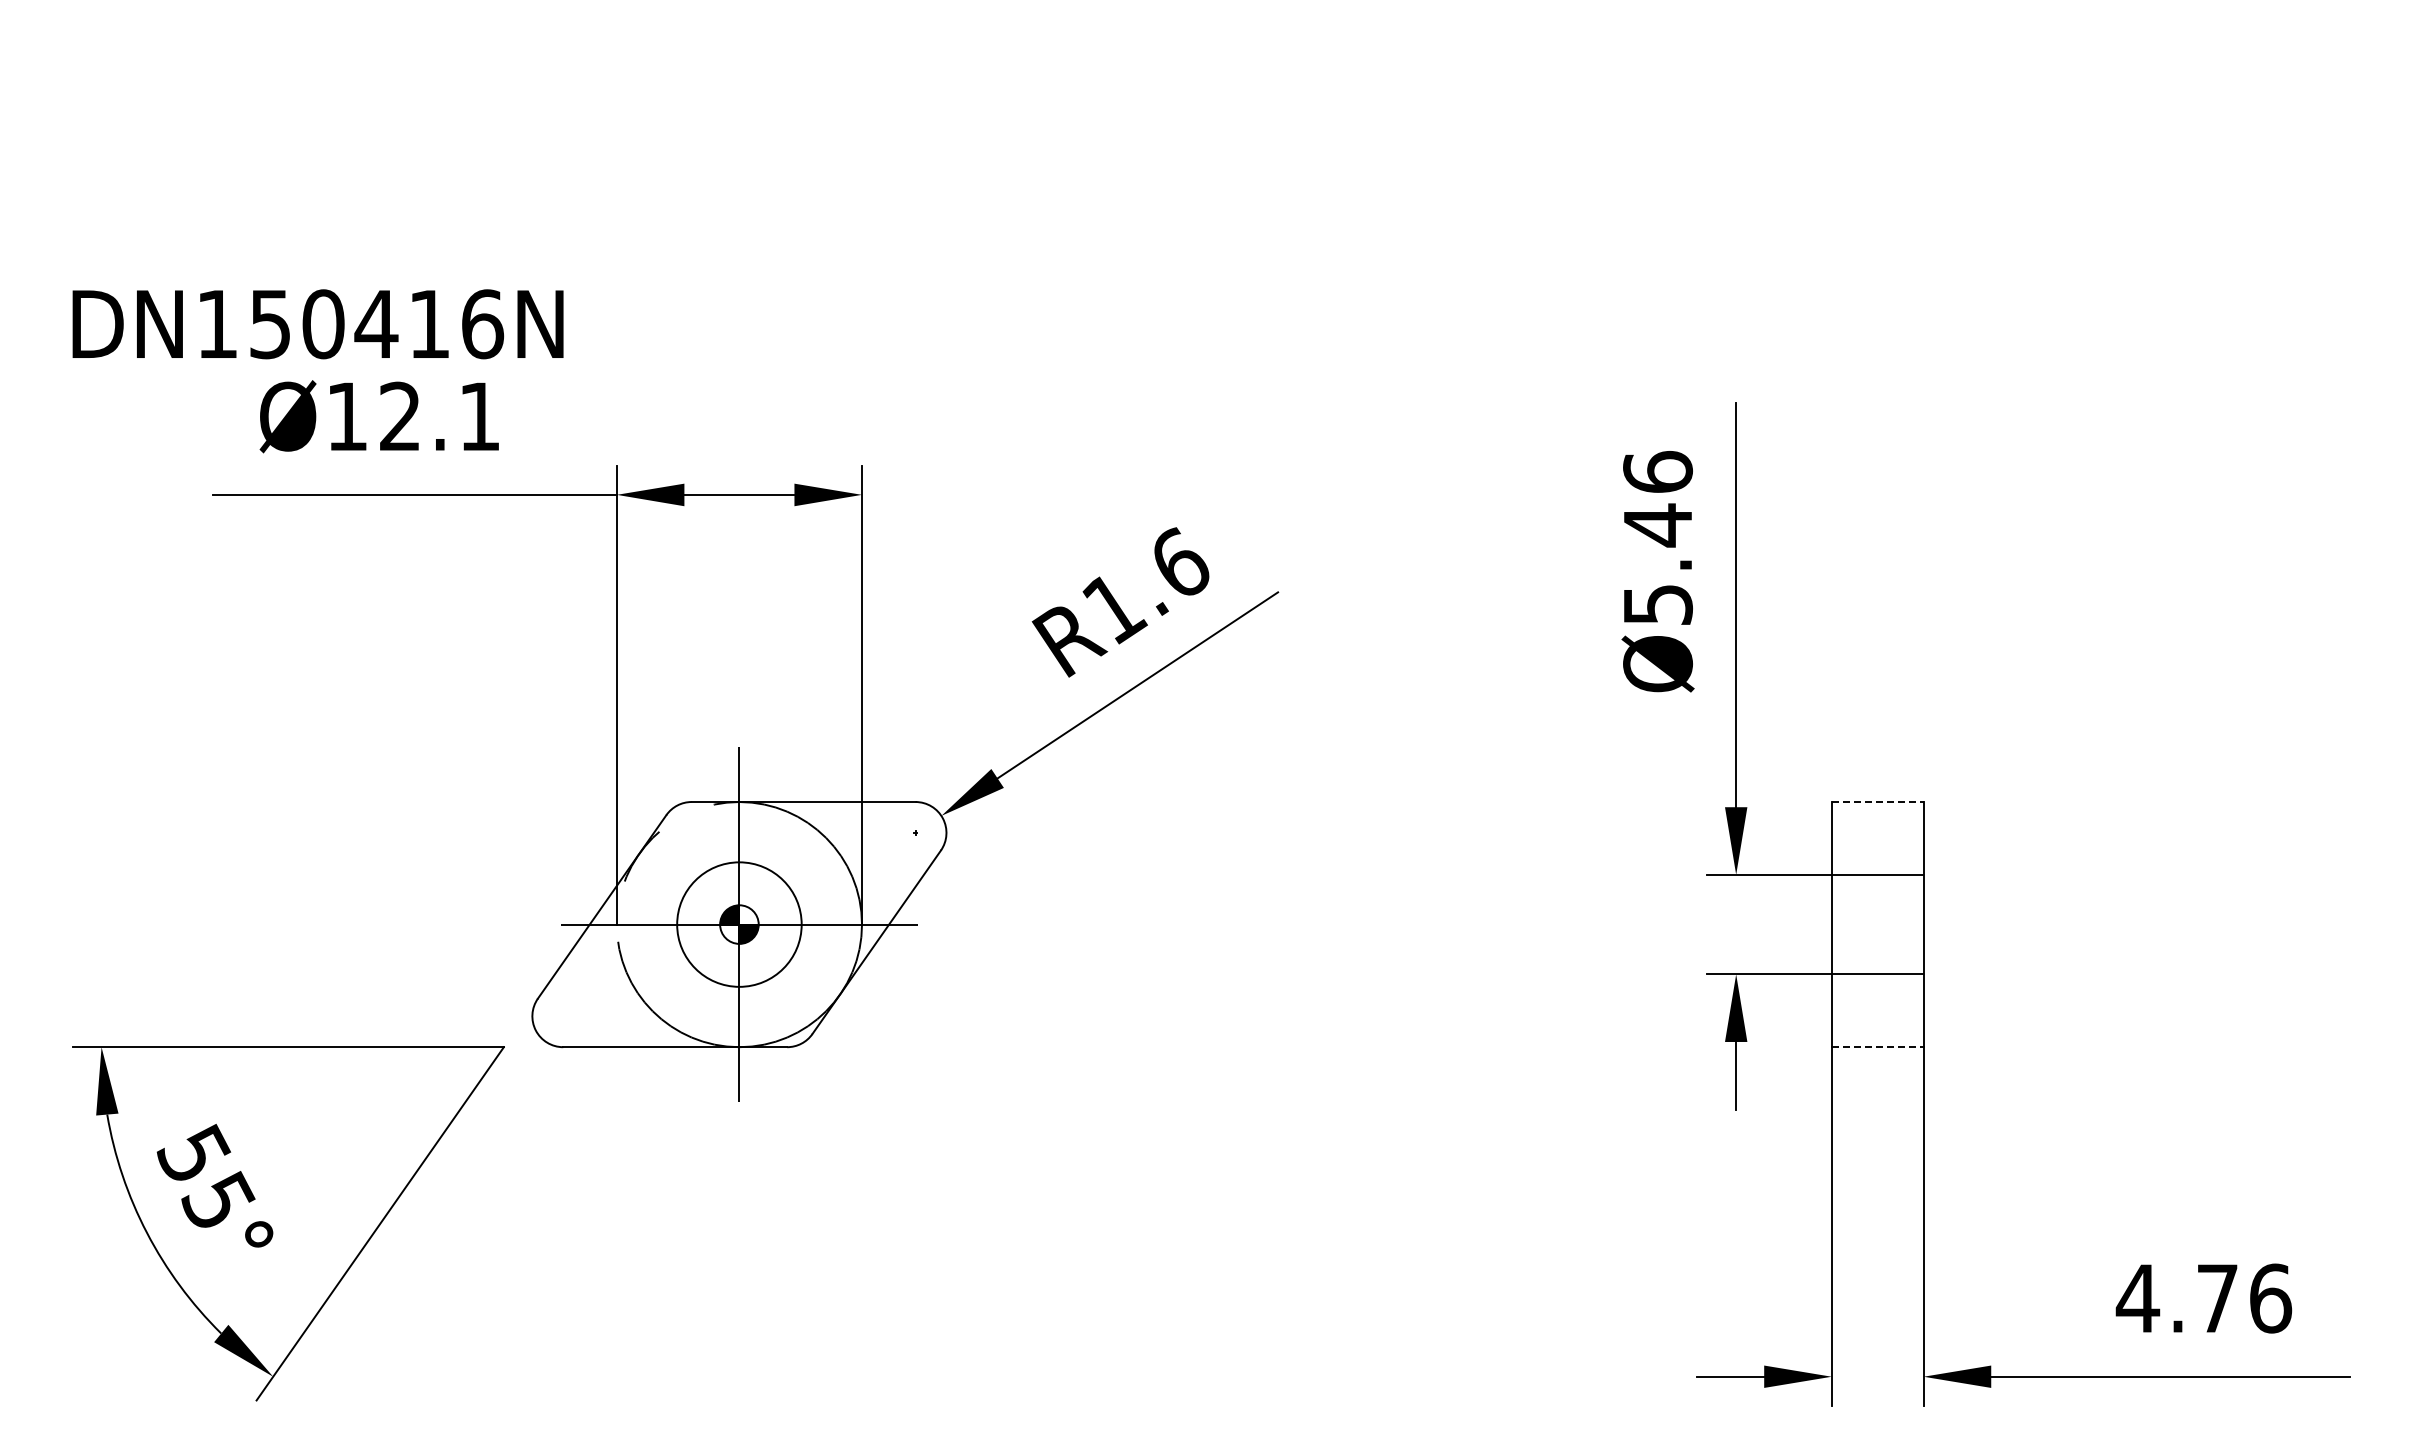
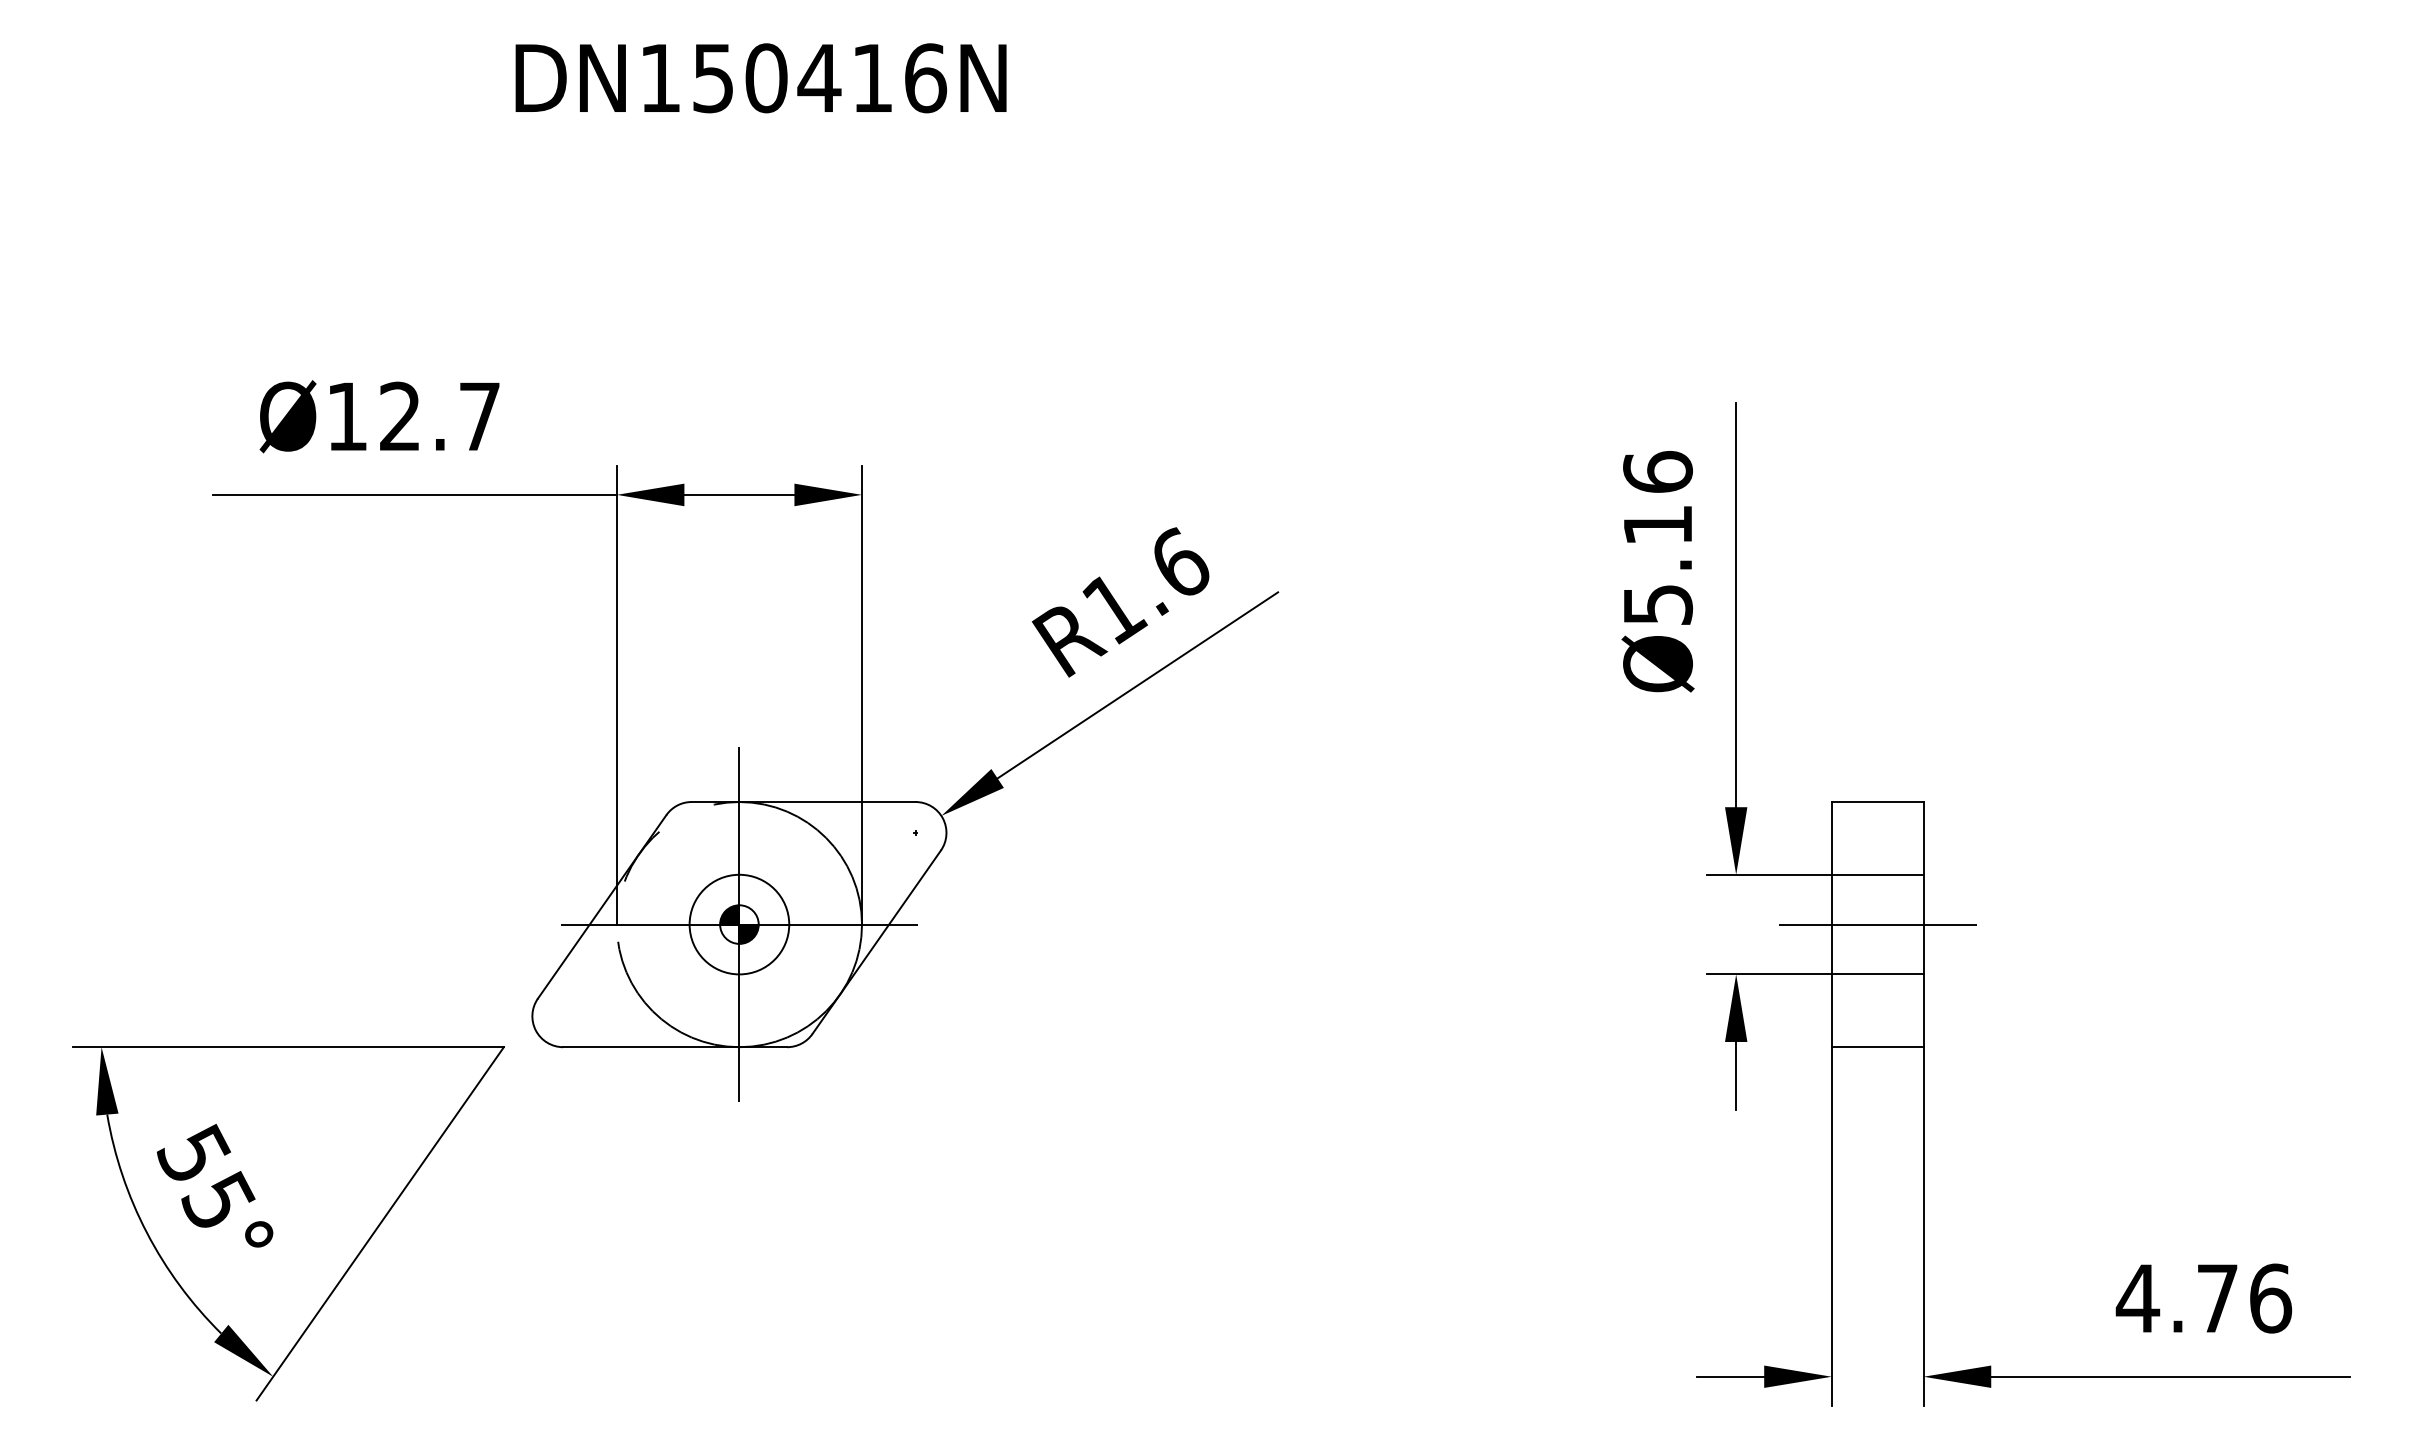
text at (317, 324) position: (317, 324) -> (760, 78)
text at (479, 416): Ø12.1 -> Ø12.7
text at (1657, 525): Ø5.46 -> Ø5.16
line at (1877, 802): dashed -> solid
circle at (739, 924) diameter: 125 px -> 100 px
line at (1877, 924): none -> present
line at (1877, 1047): dashed -> solid
